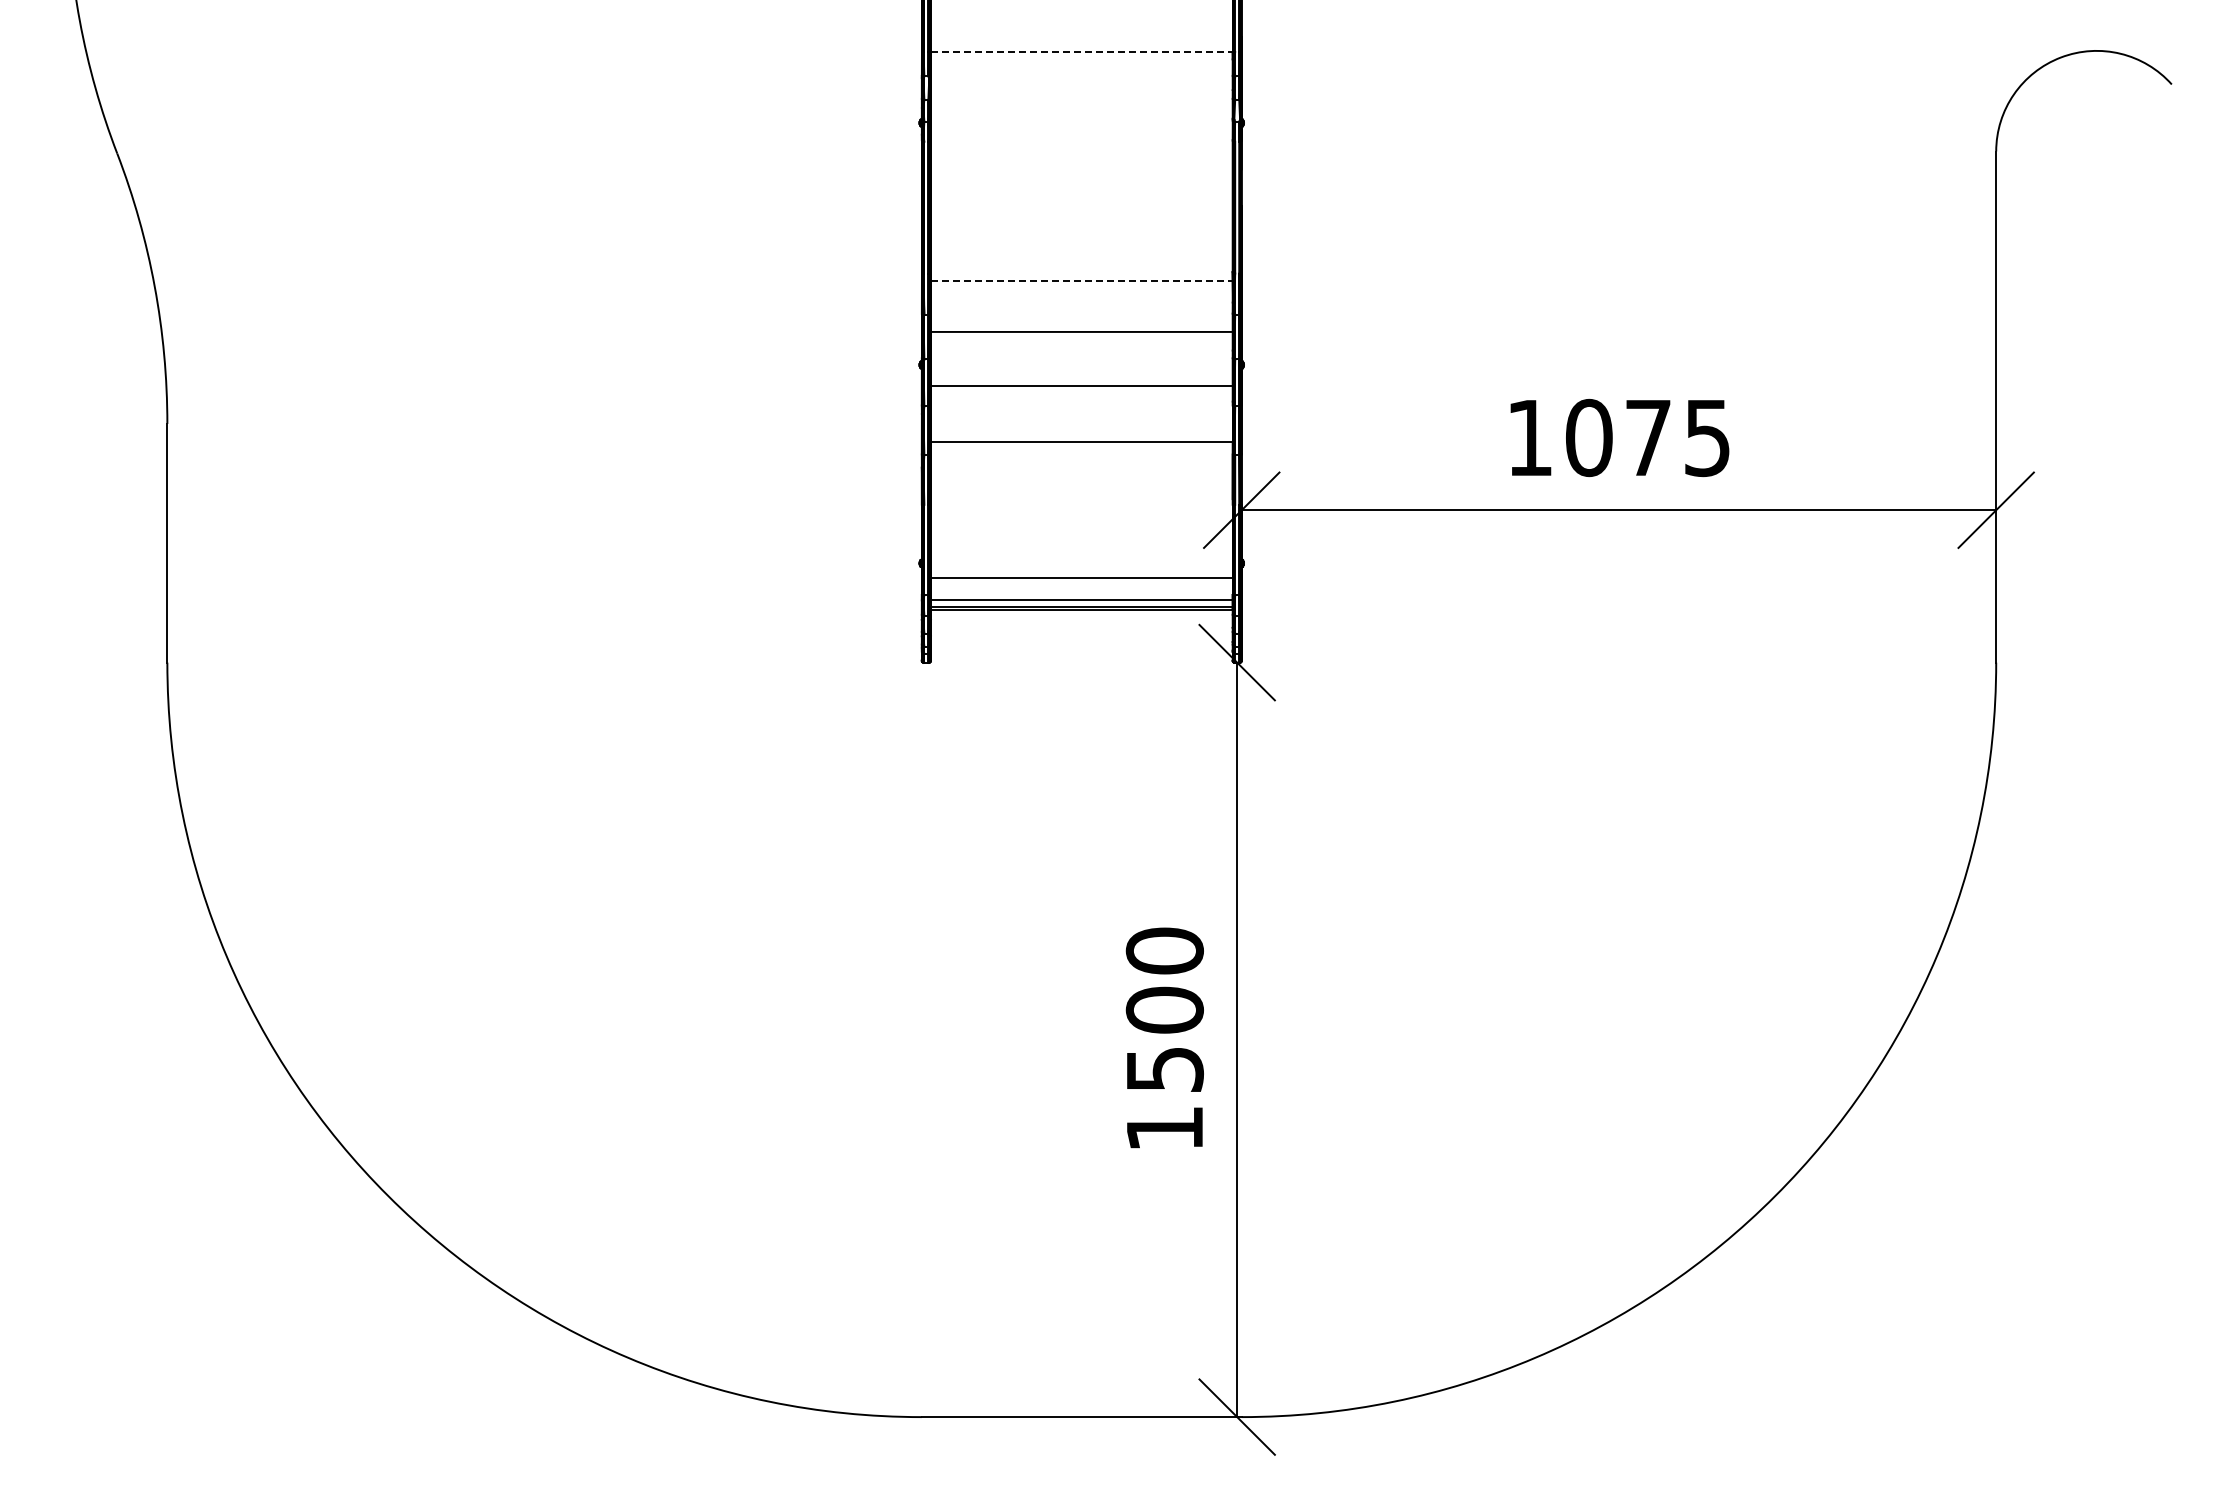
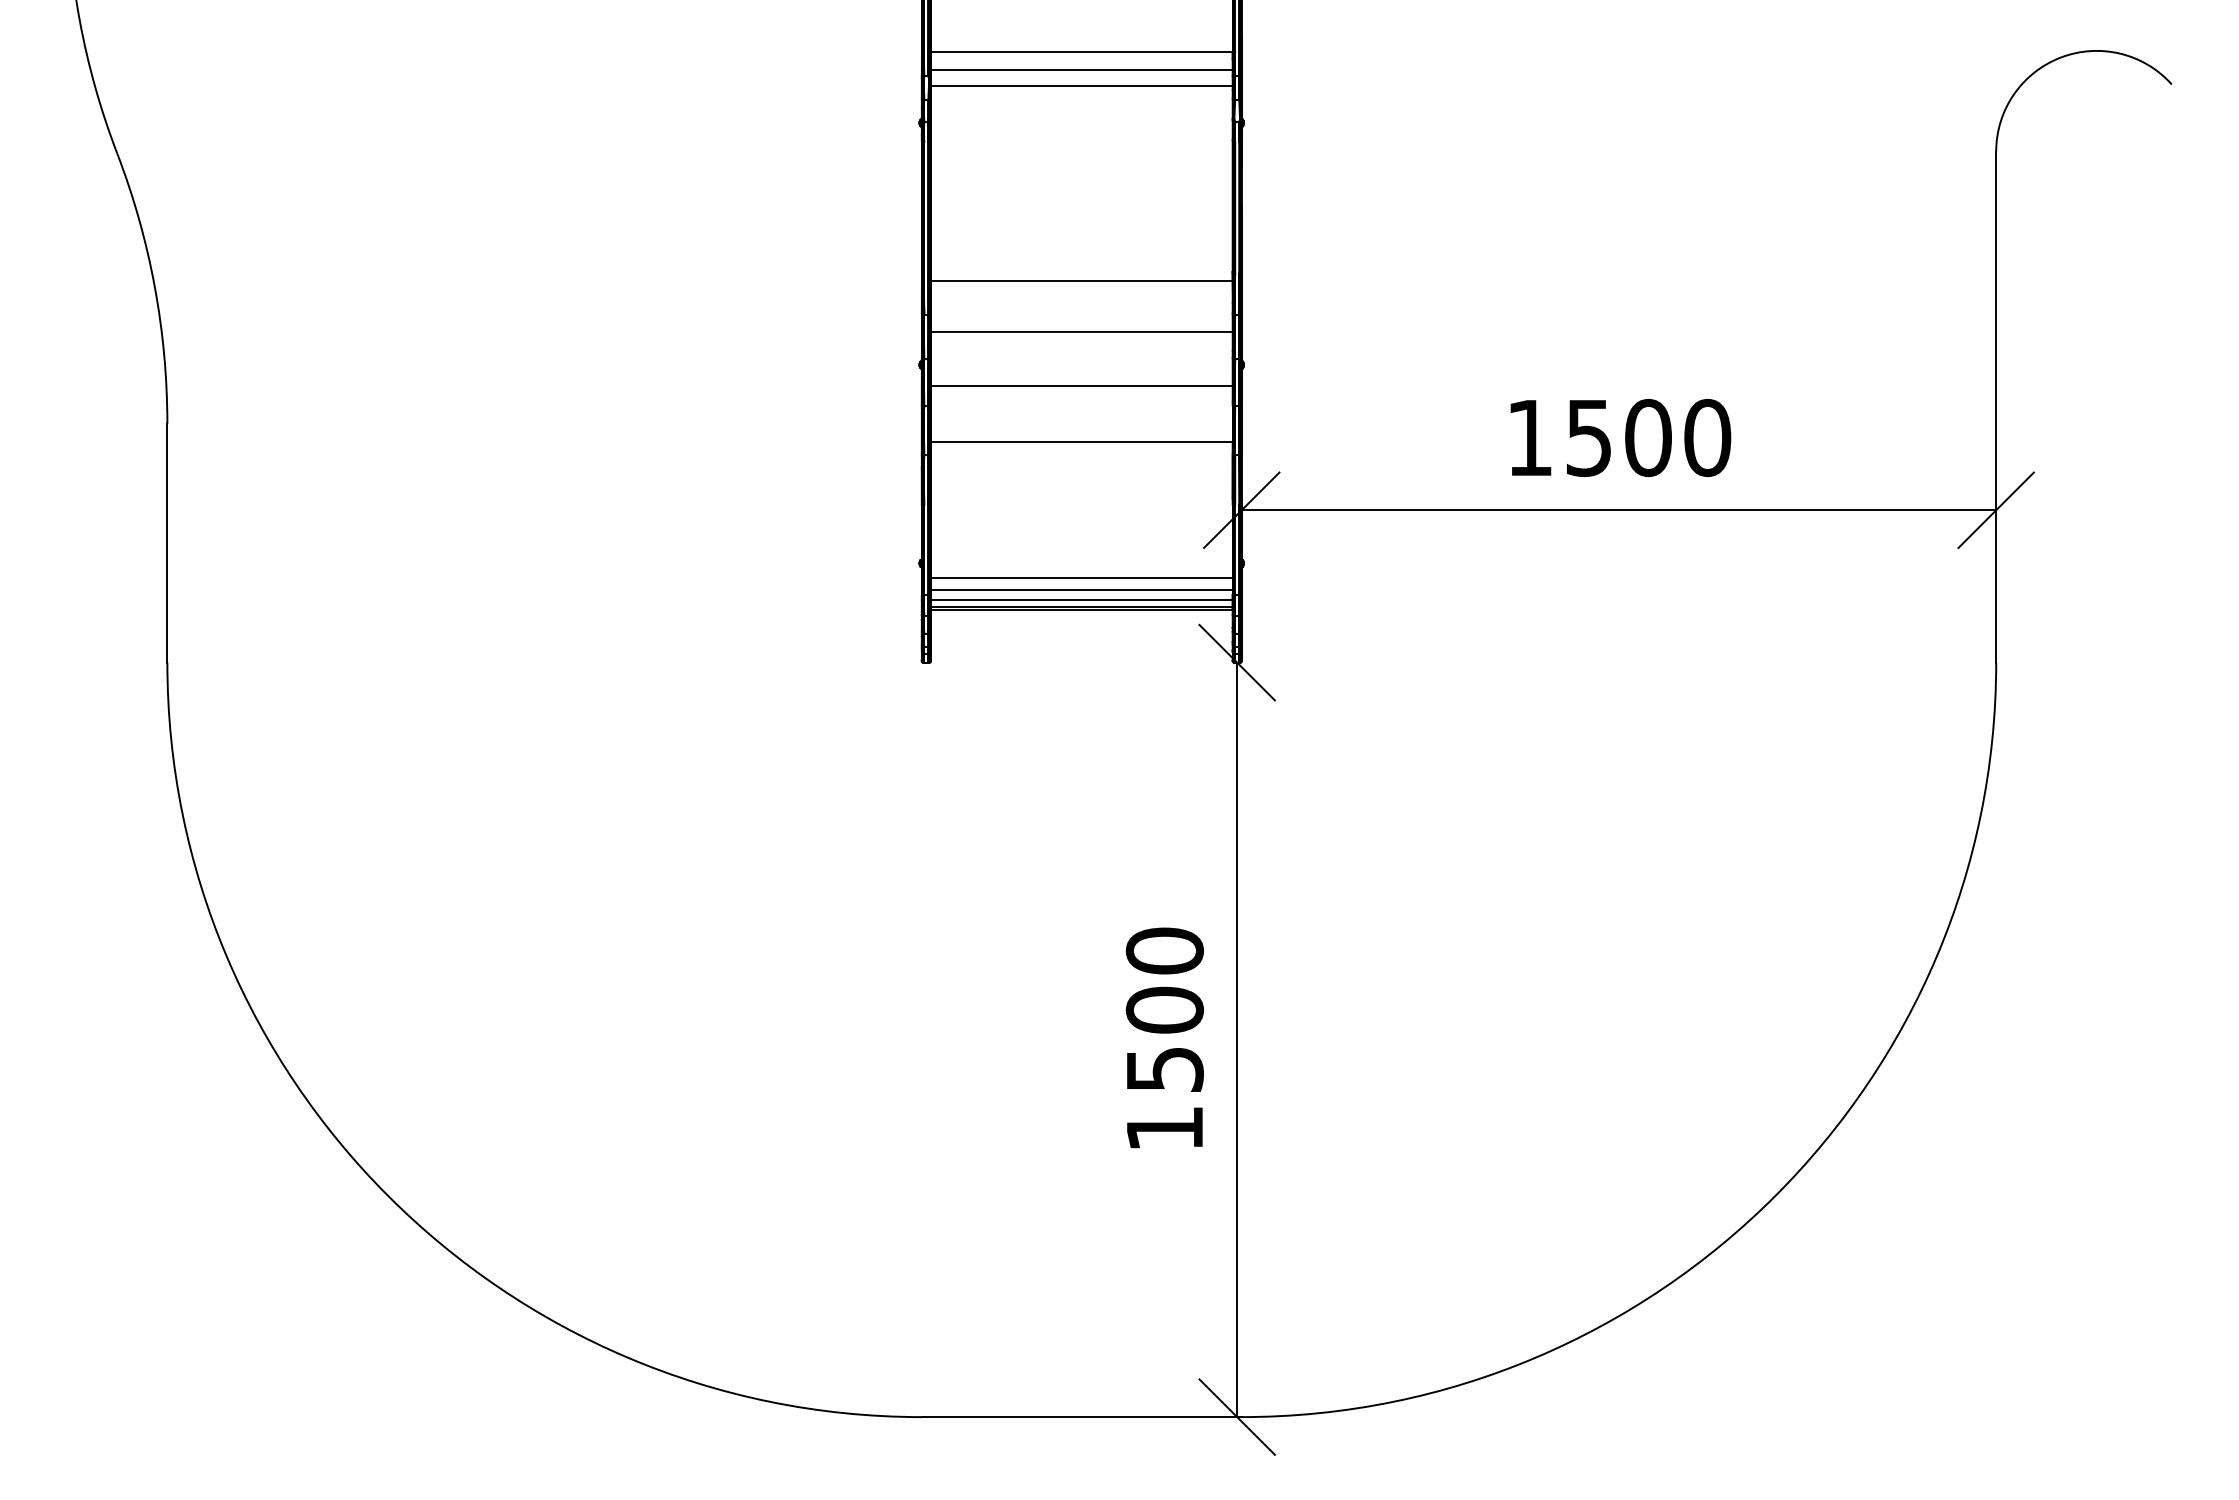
line at (1081, 52): dashed -> solid
line at (1081, 69): none -> present
line at (1081, 86): none -> present
line at (1081, 280): dashed -> solid
text at (1648, 437): 1075 -> 1500
line at (1081, 589): none -> present
